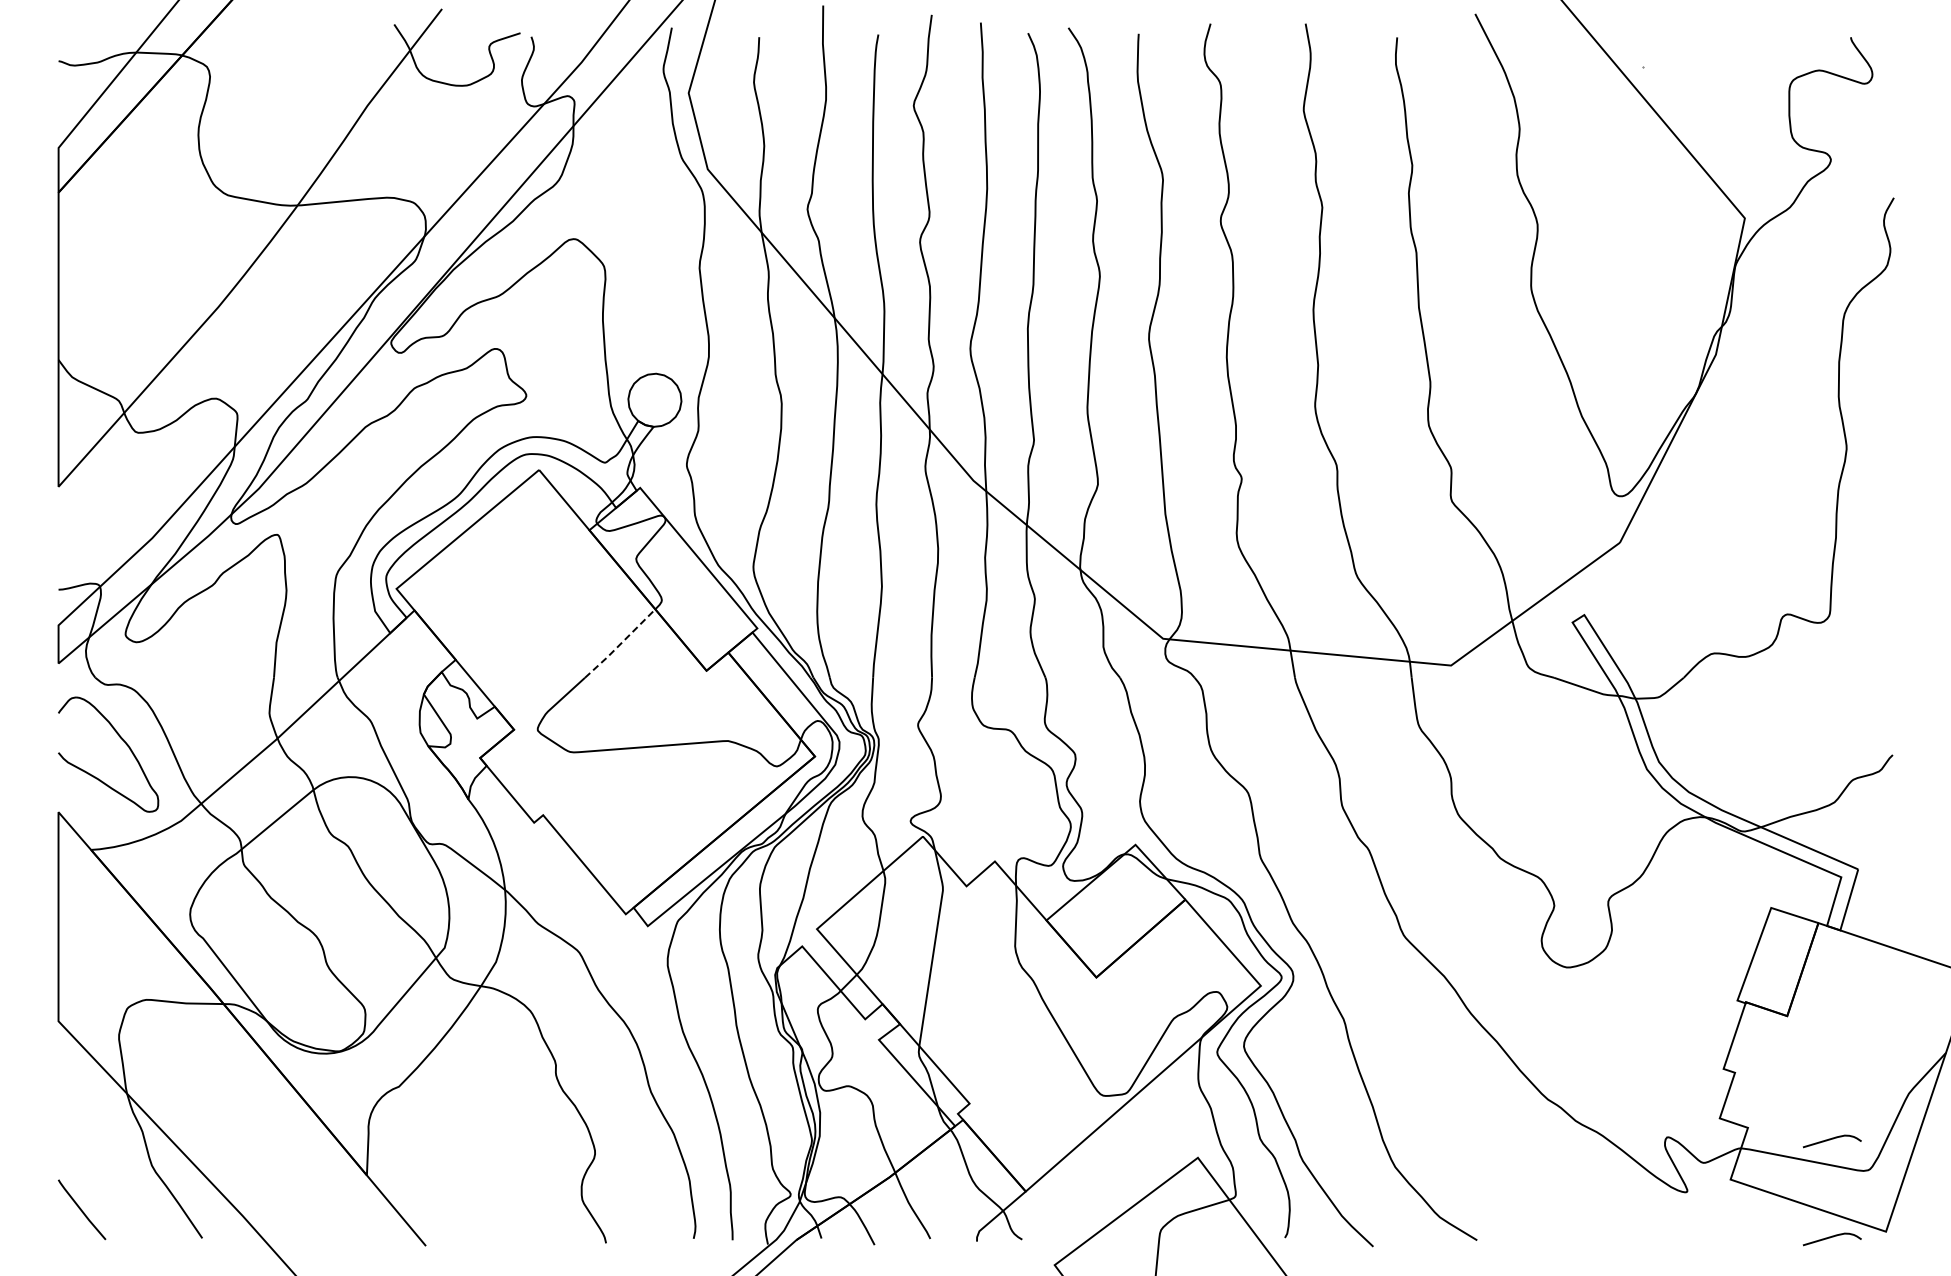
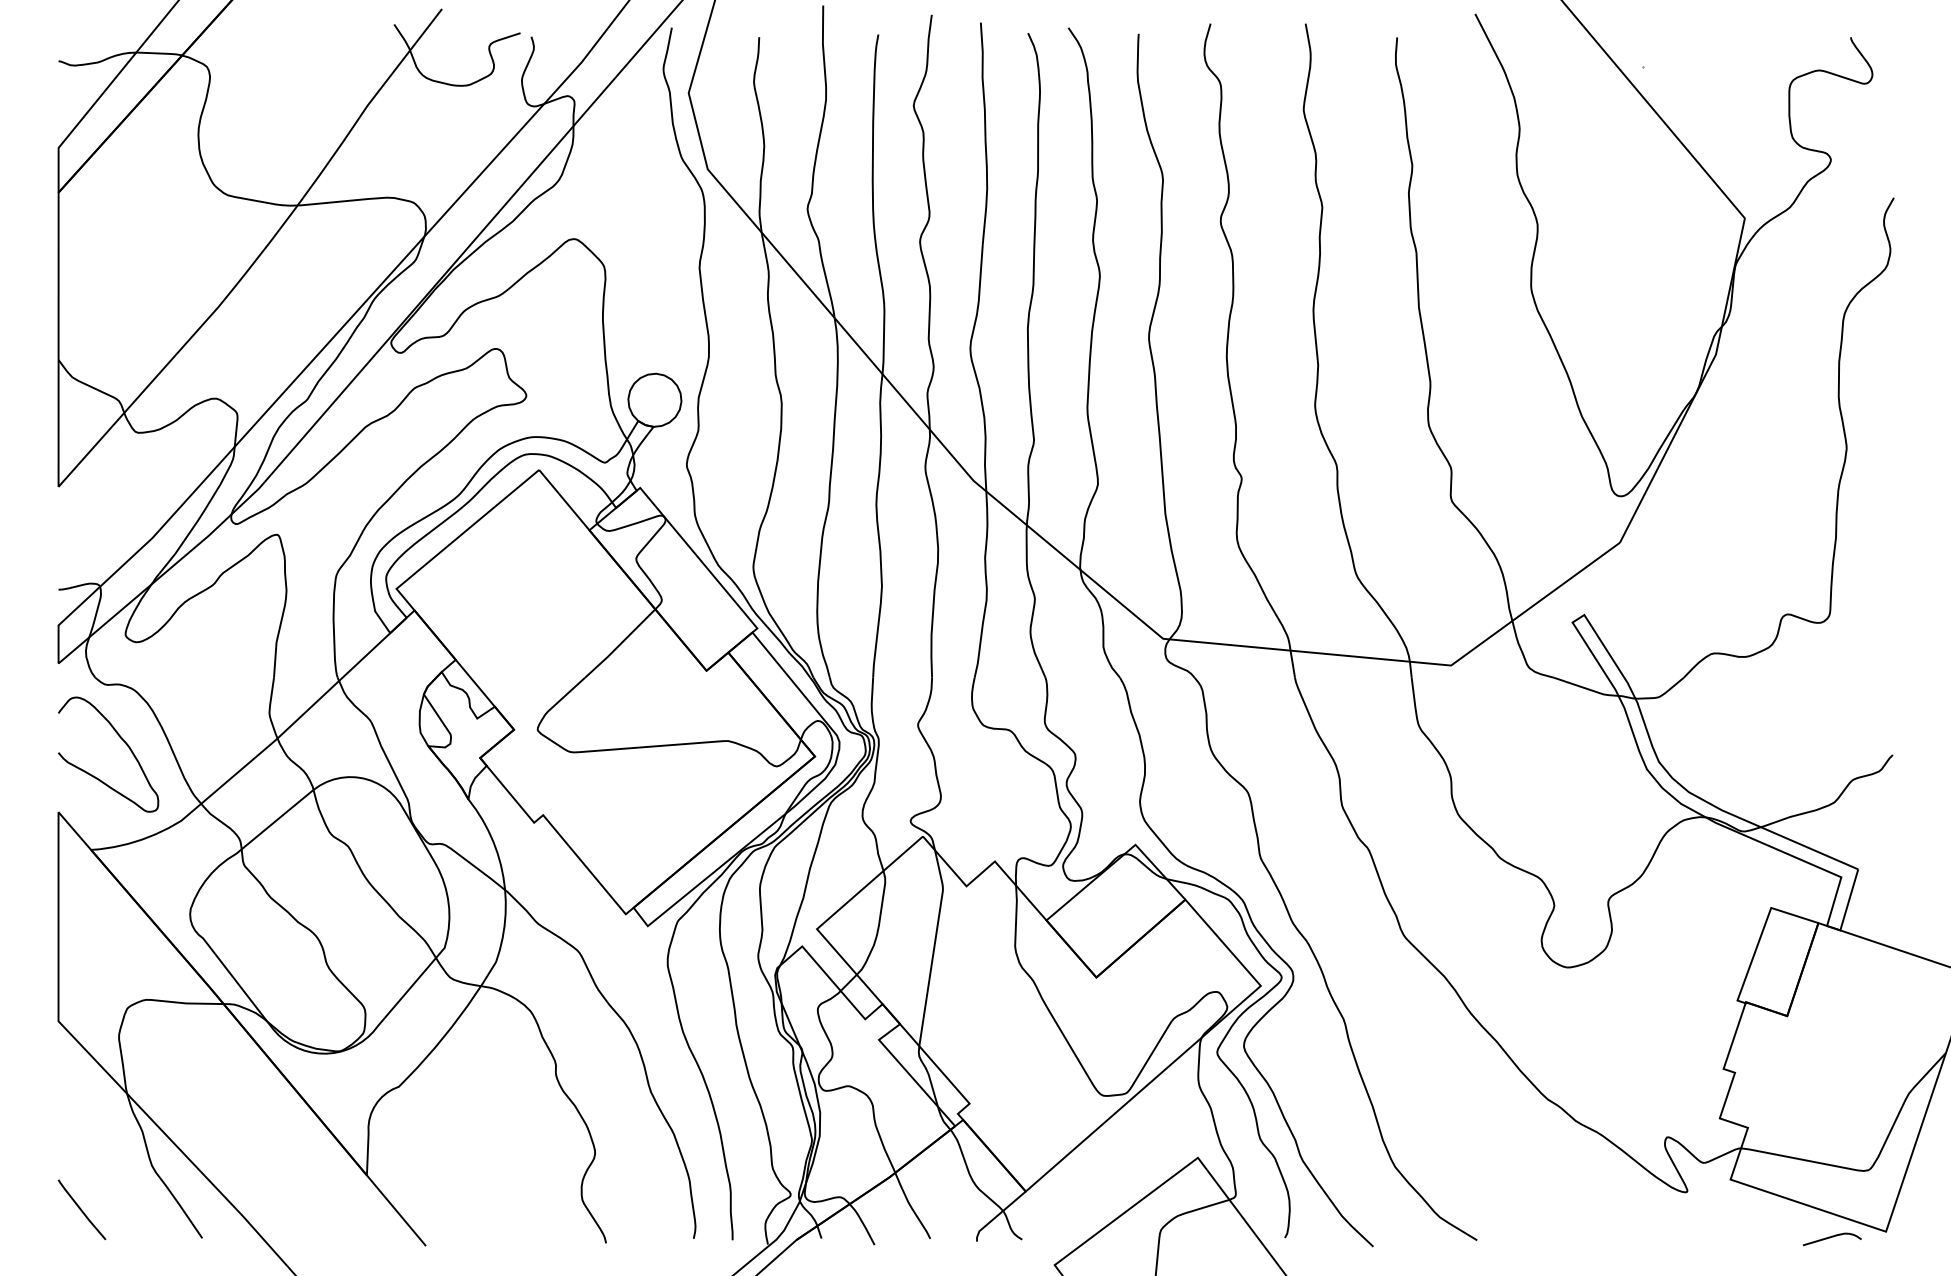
line at (620, 644): dashed -> solid
curve at (1830, 1140): present -> none
